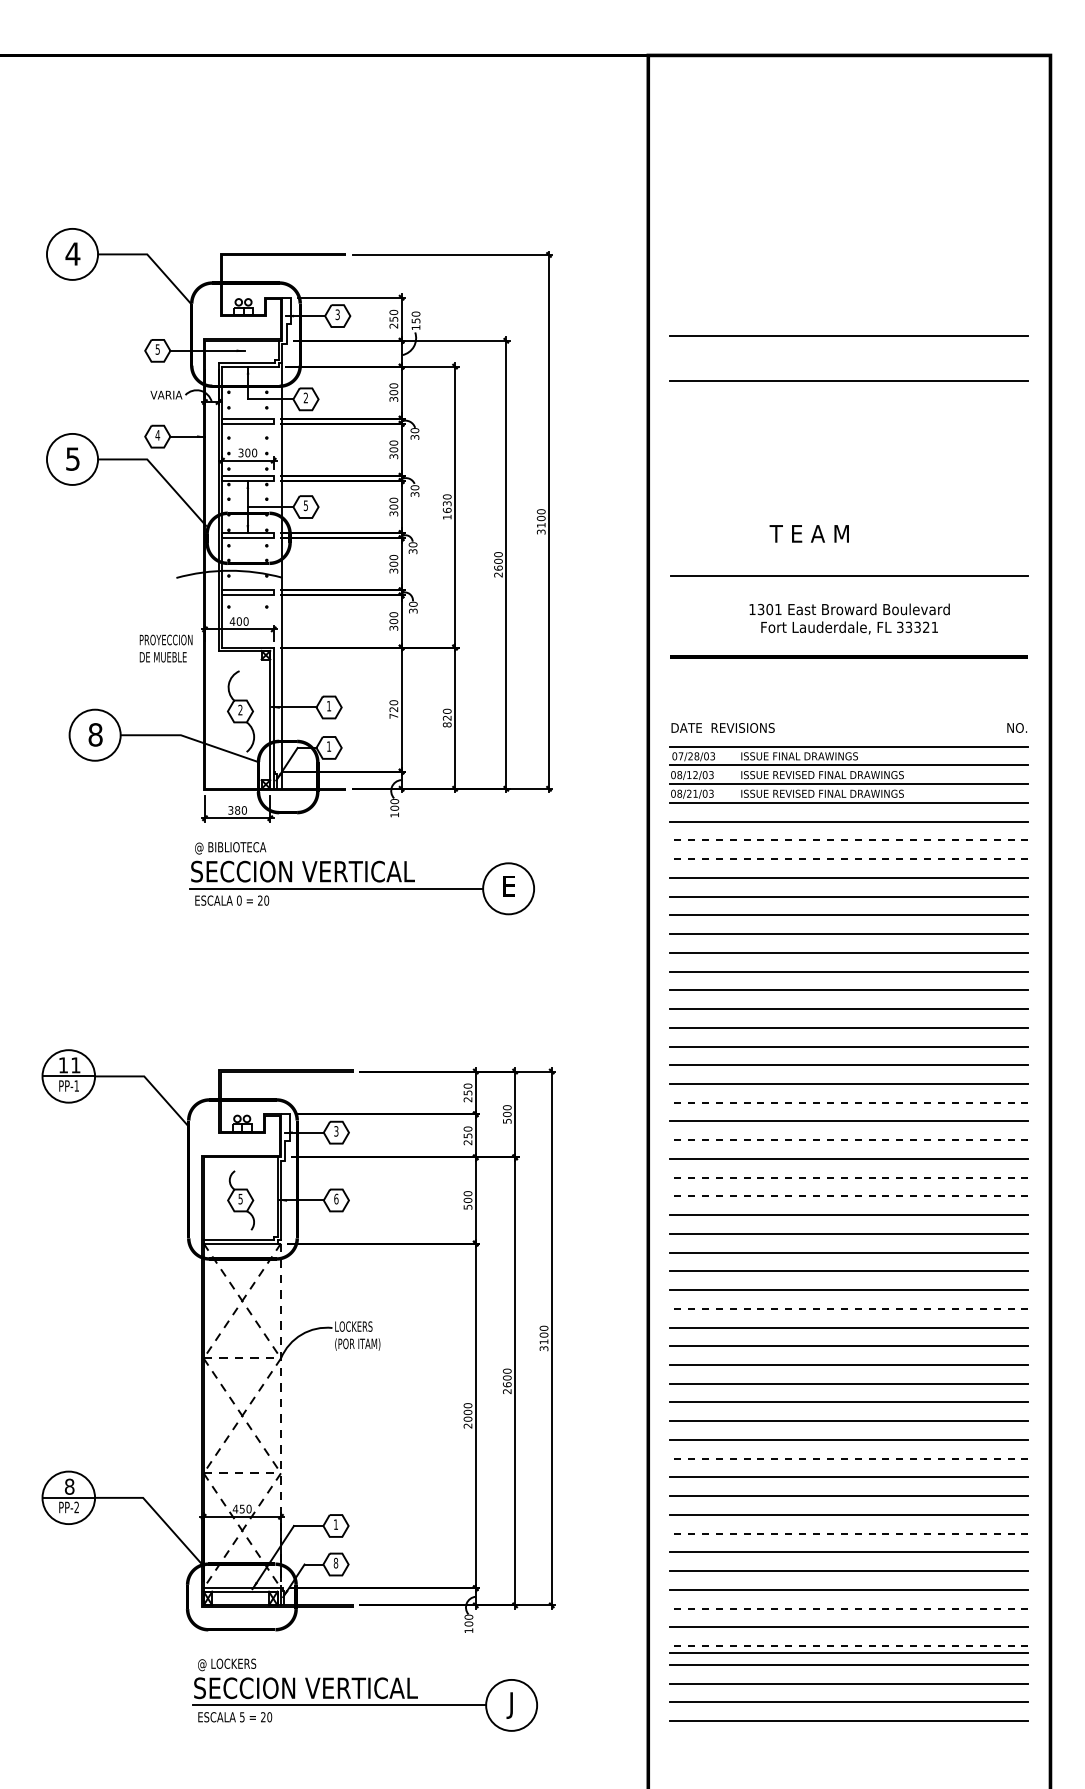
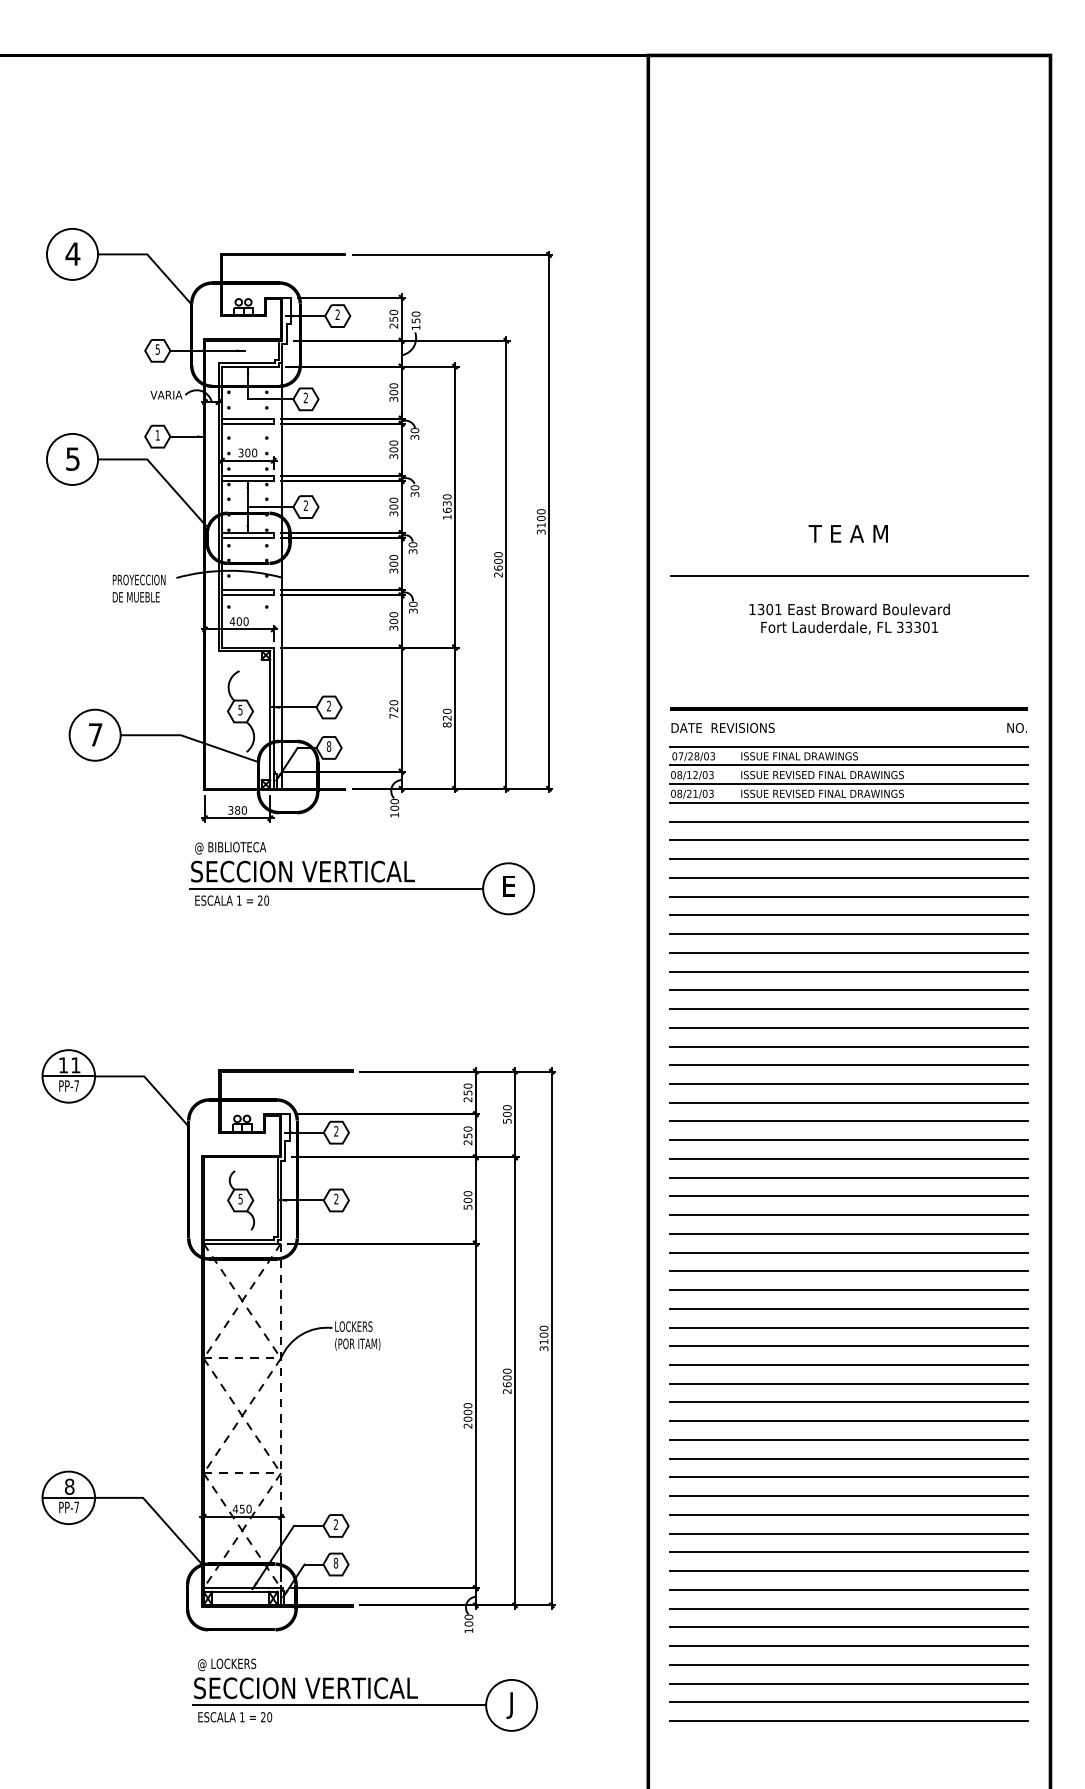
text at (337, 315): 3 -> 2
line at (848, 335): present -> none
line at (848, 380): present -> none
text at (157, 435): 4 -> 1
text at (305, 505): 5 -> 2
text at (808, 533) position: (808, 533) -> (847, 533)
text at (925, 627): 33321 -> 33301
text at (165, 648) position: (165, 648) -> (138, 588)
line at (848, 656) position: (848, 656) -> (848, 708)
text at (328, 705): 1 -> 2
text at (240, 709): 2 -> 5
text at (95, 734): 8 -> 7
text at (328, 746): 1 -> 8
line at (848, 840): dashed -> solid
line at (848, 859): dashed -> solid
text at (238, 900): 0 -> 1
text at (76, 1085): PP-1 -> PP-7
line at (848, 1102): dashed -> solid
text at (336, 1131): 3 -> 2
line at (848, 1140): dashed -> solid
line at (848, 1177): dashed -> solid
line at (848, 1196): dashed -> solid
text at (336, 1198): 6 -> 2
line at (848, 1308): dashed -> solid
line at (848, 1458): dashed -> solid
text at (76, 1507): PP-2 -> PP-7
text at (335, 1524): 1 -> 2
line at (848, 1533): dashed -> solid
line at (848, 1608): dashed -> solid
line at (848, 1646): dashed -> solid
line at (848, 1652): present -> none
text at (242, 1717): 5 -> 1
